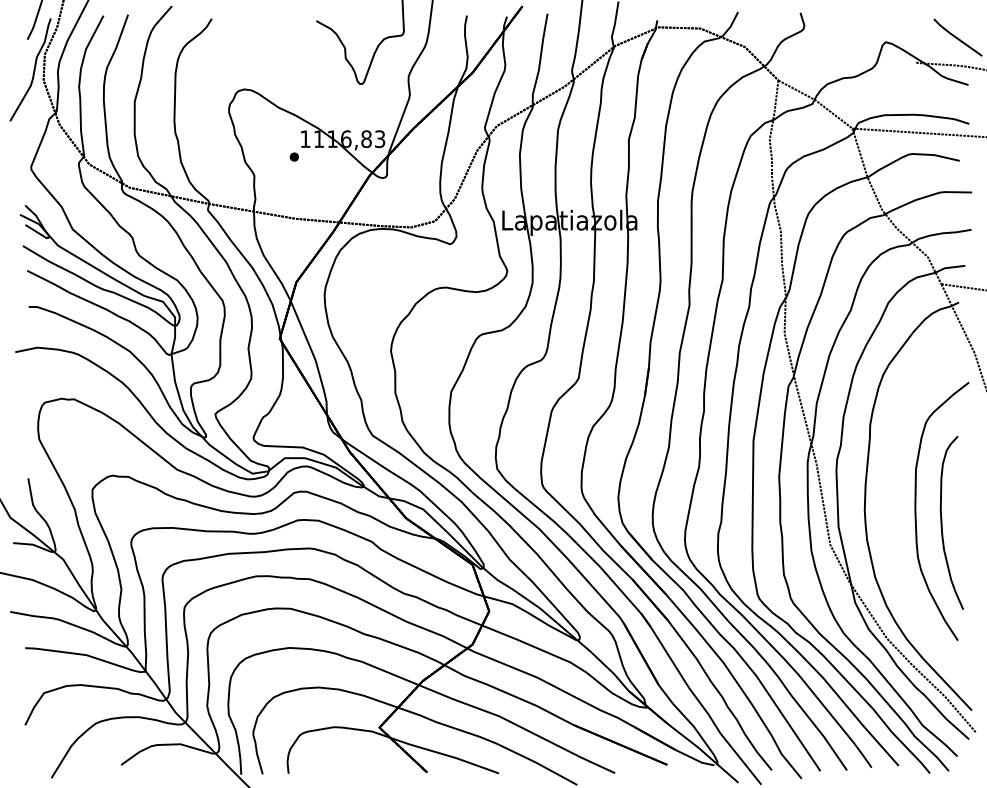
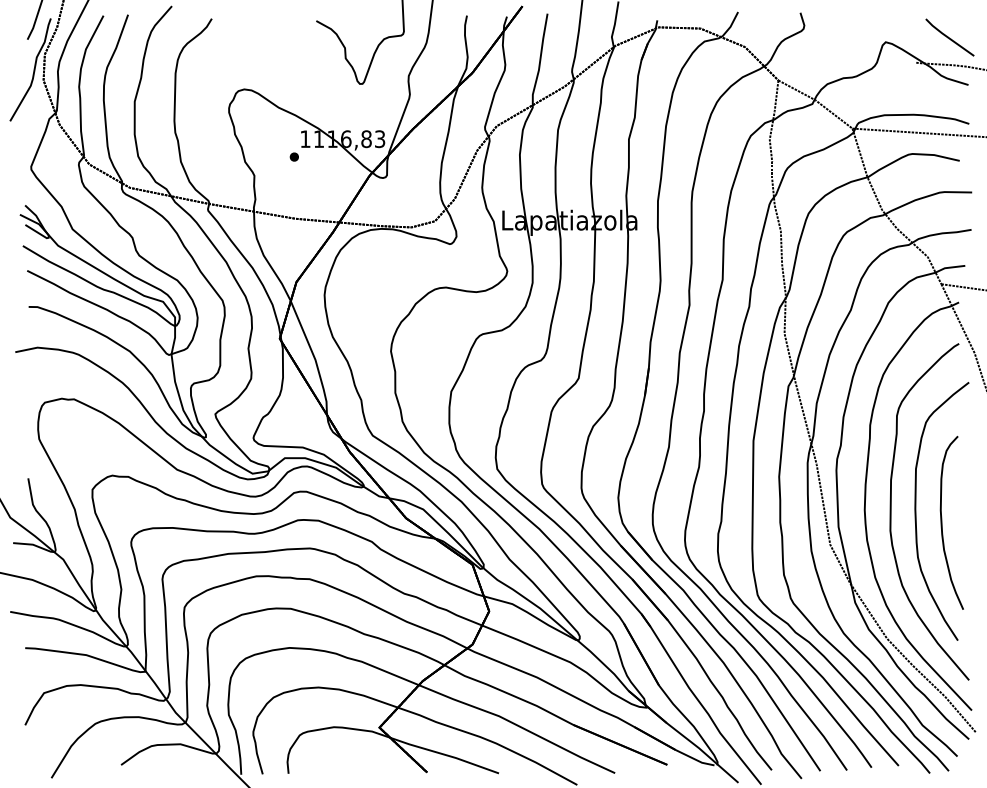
line at (957, 37) position: (957, 37) -> (949, 37)
curve at (891, 511): none -> present
